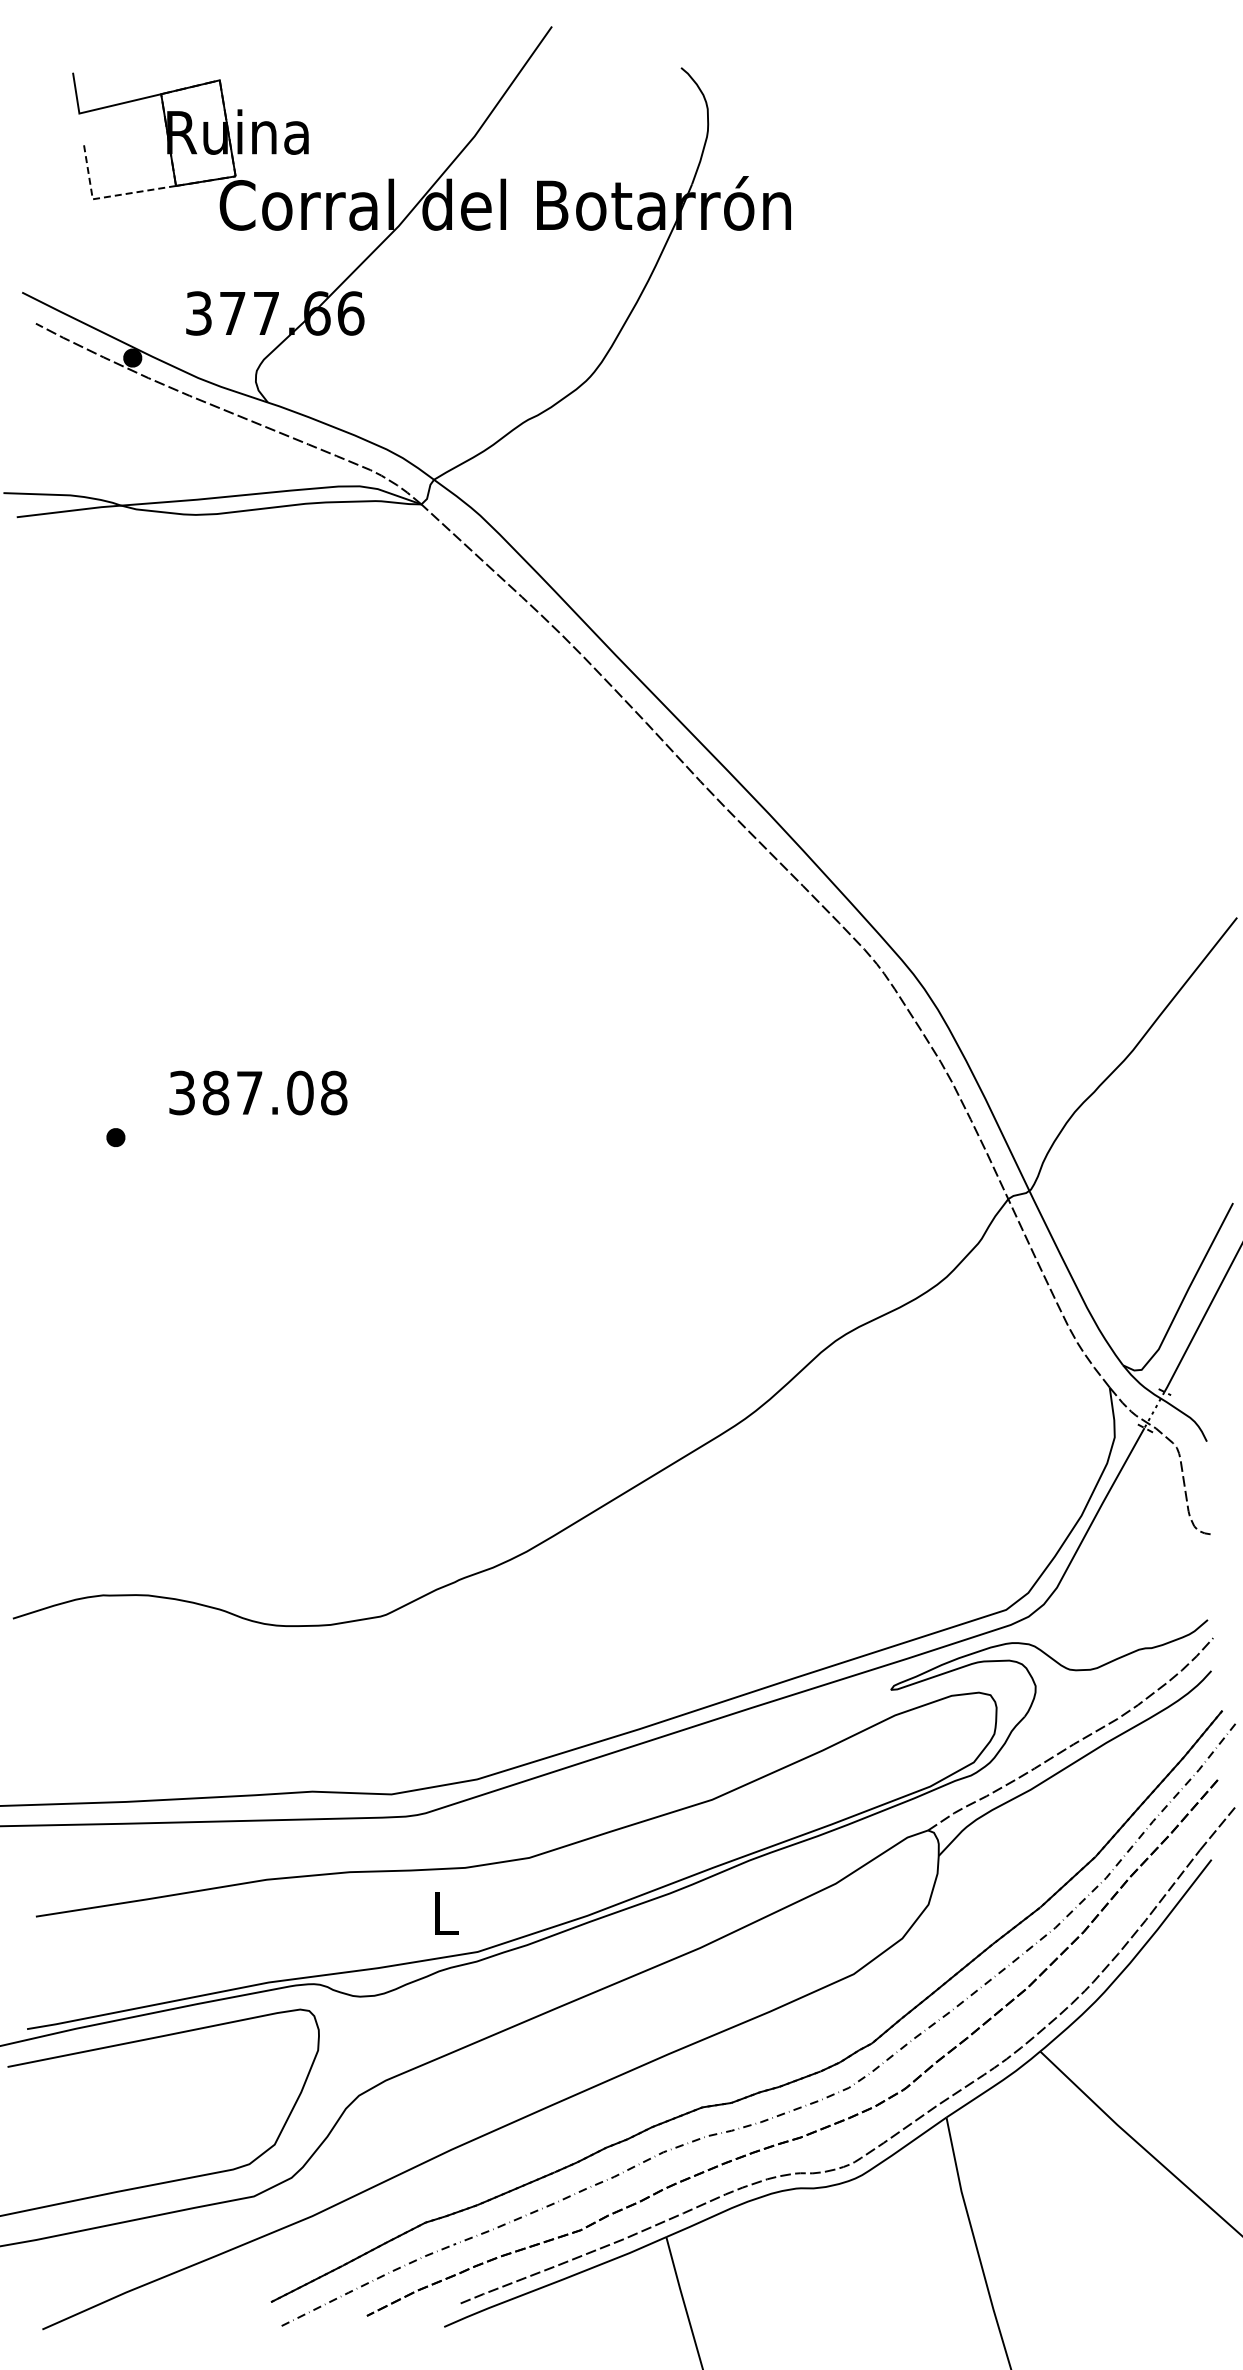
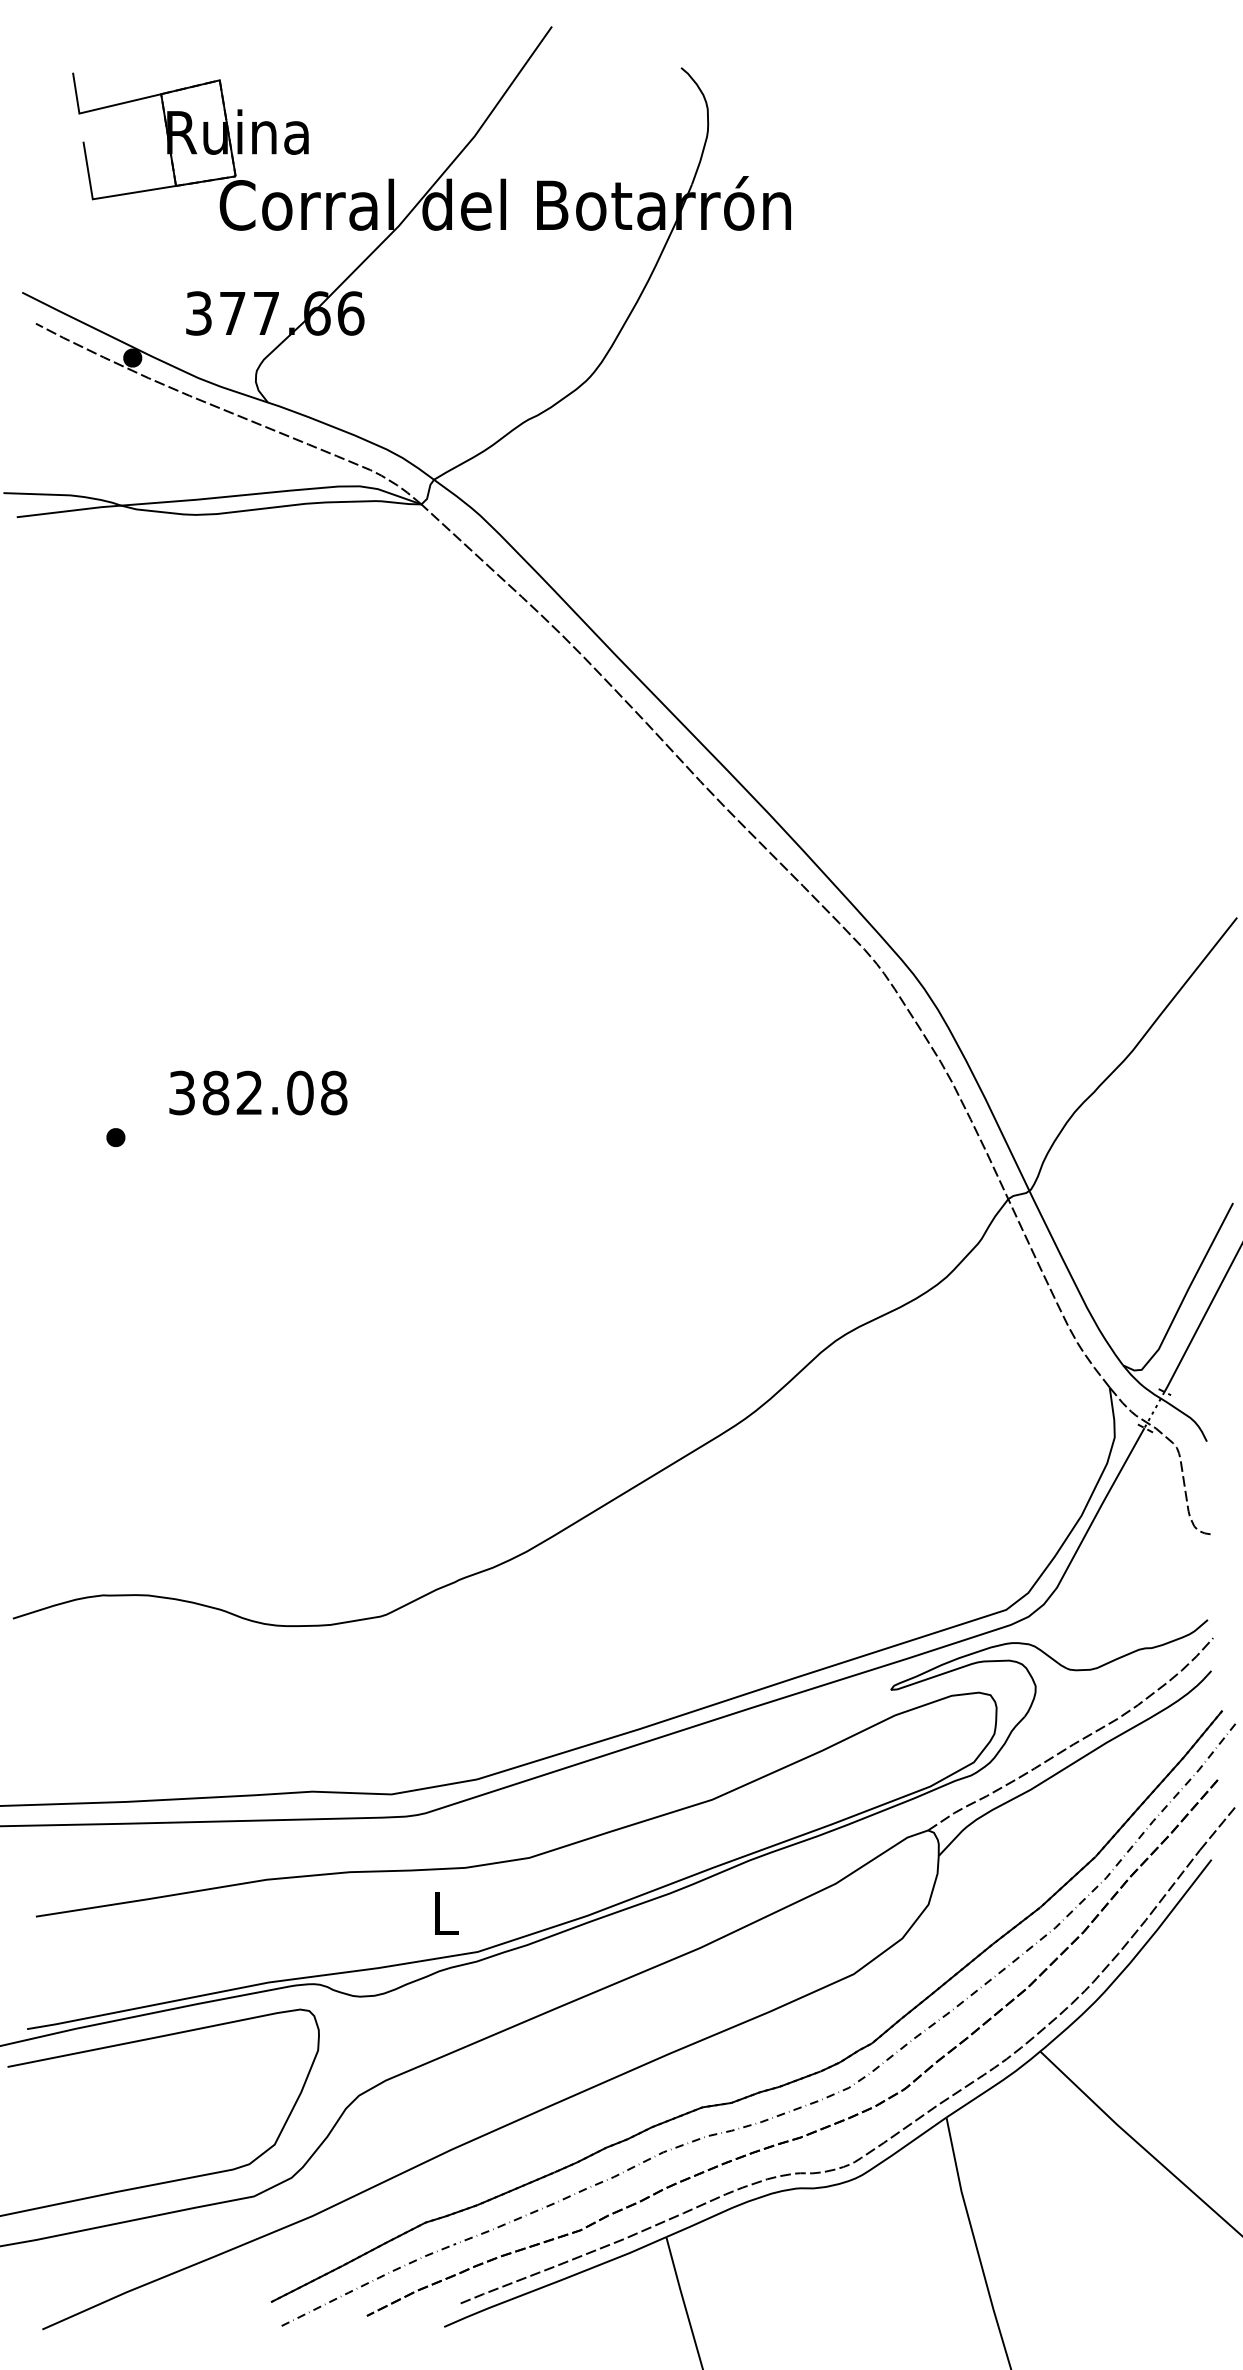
line at (104, 197): dashed -> solid
text at (249, 1092): 387.08 -> 382.08
